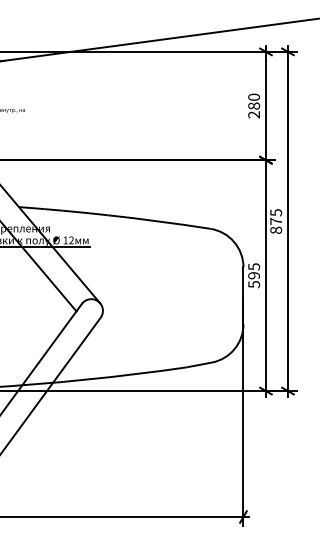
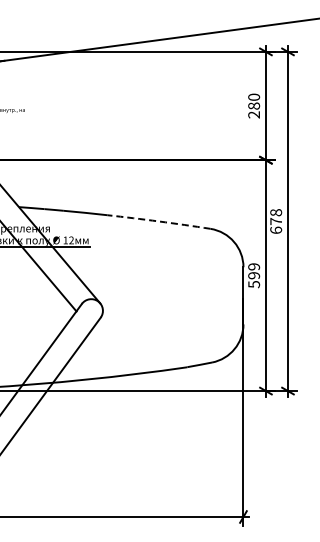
arc at (159, 221): solid -> dashed
text at (275, 221): 875 -> 678
text at (253, 266): 595 -> 599
